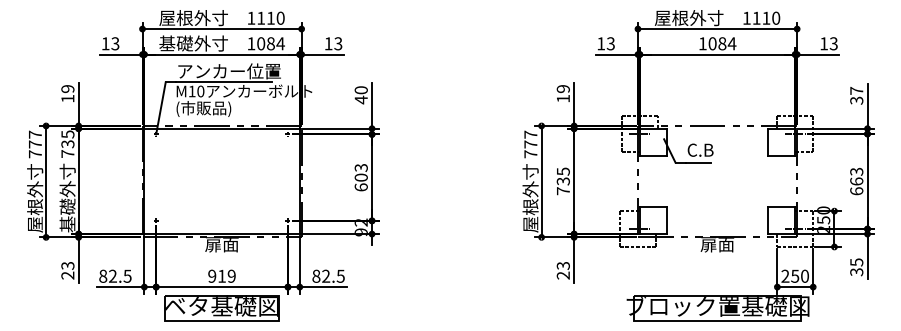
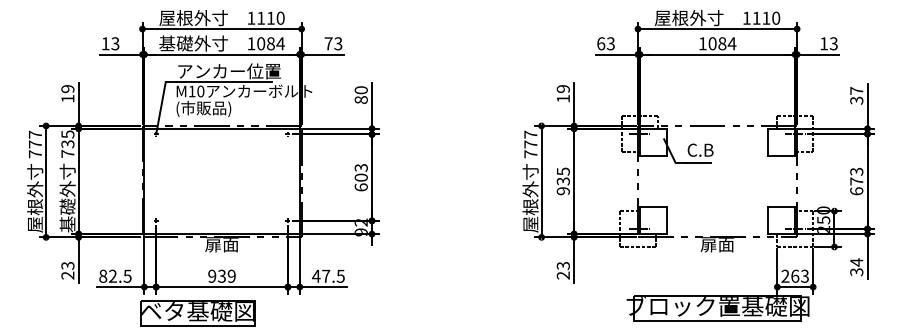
text at (328, 43): 13 -> 73
text at (601, 43): 13 -> 63
text at (360, 99): 40 -> 80
text at (856, 181): 663 -> 673
text at (562, 191): 735 -> 935
text at (856, 262): 35 -> 34
text at (221, 275): 919 -> 939
text at (321, 275): 82.5 -> 47.5
text at (799, 275): 250 -> 263
part at (221, 308) position: (221, 308) -> (197, 313)
